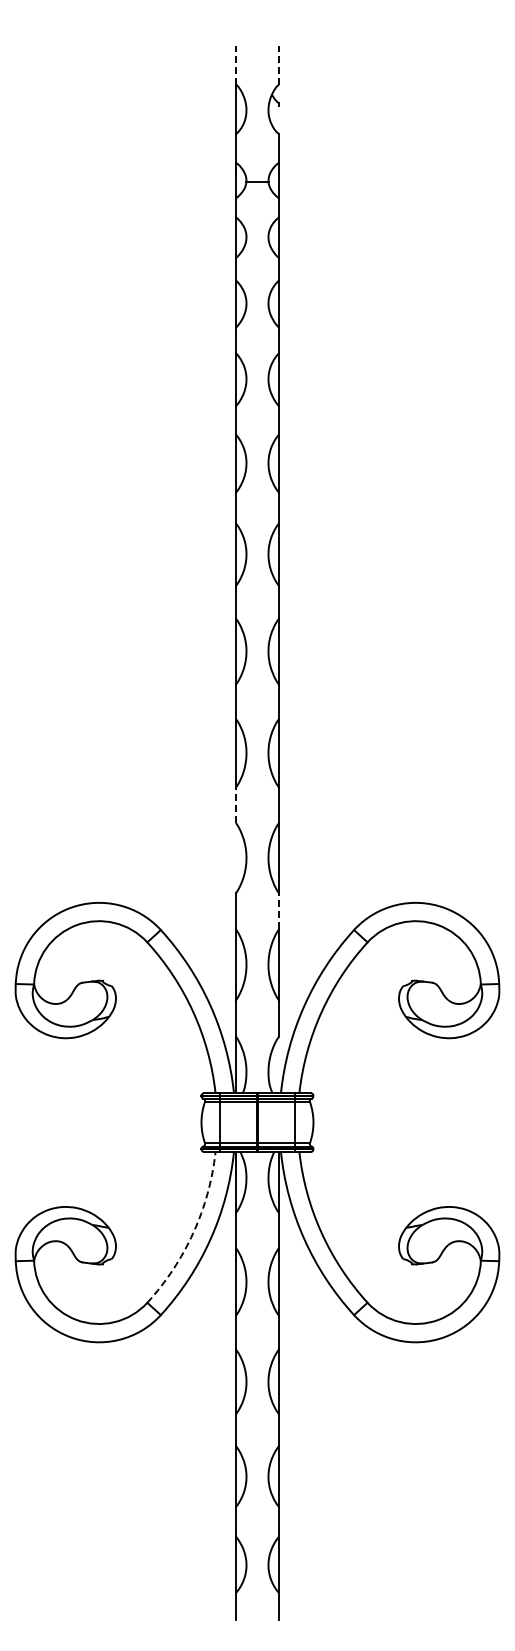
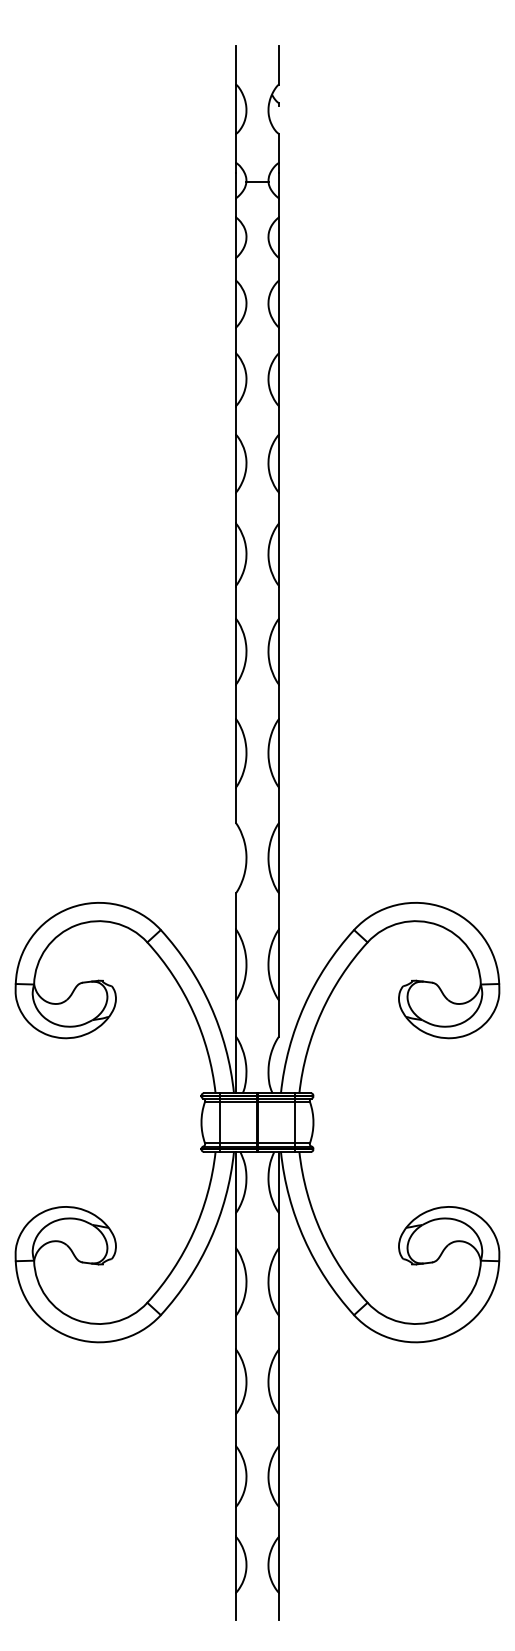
line at (235, 65): dashed -> solid
line at (279, 65): dashed -> solid
line at (235, 805): dashed -> solid
line at (279, 910): dashed -> solid
arc at (193, 1232): dashed -> solid
